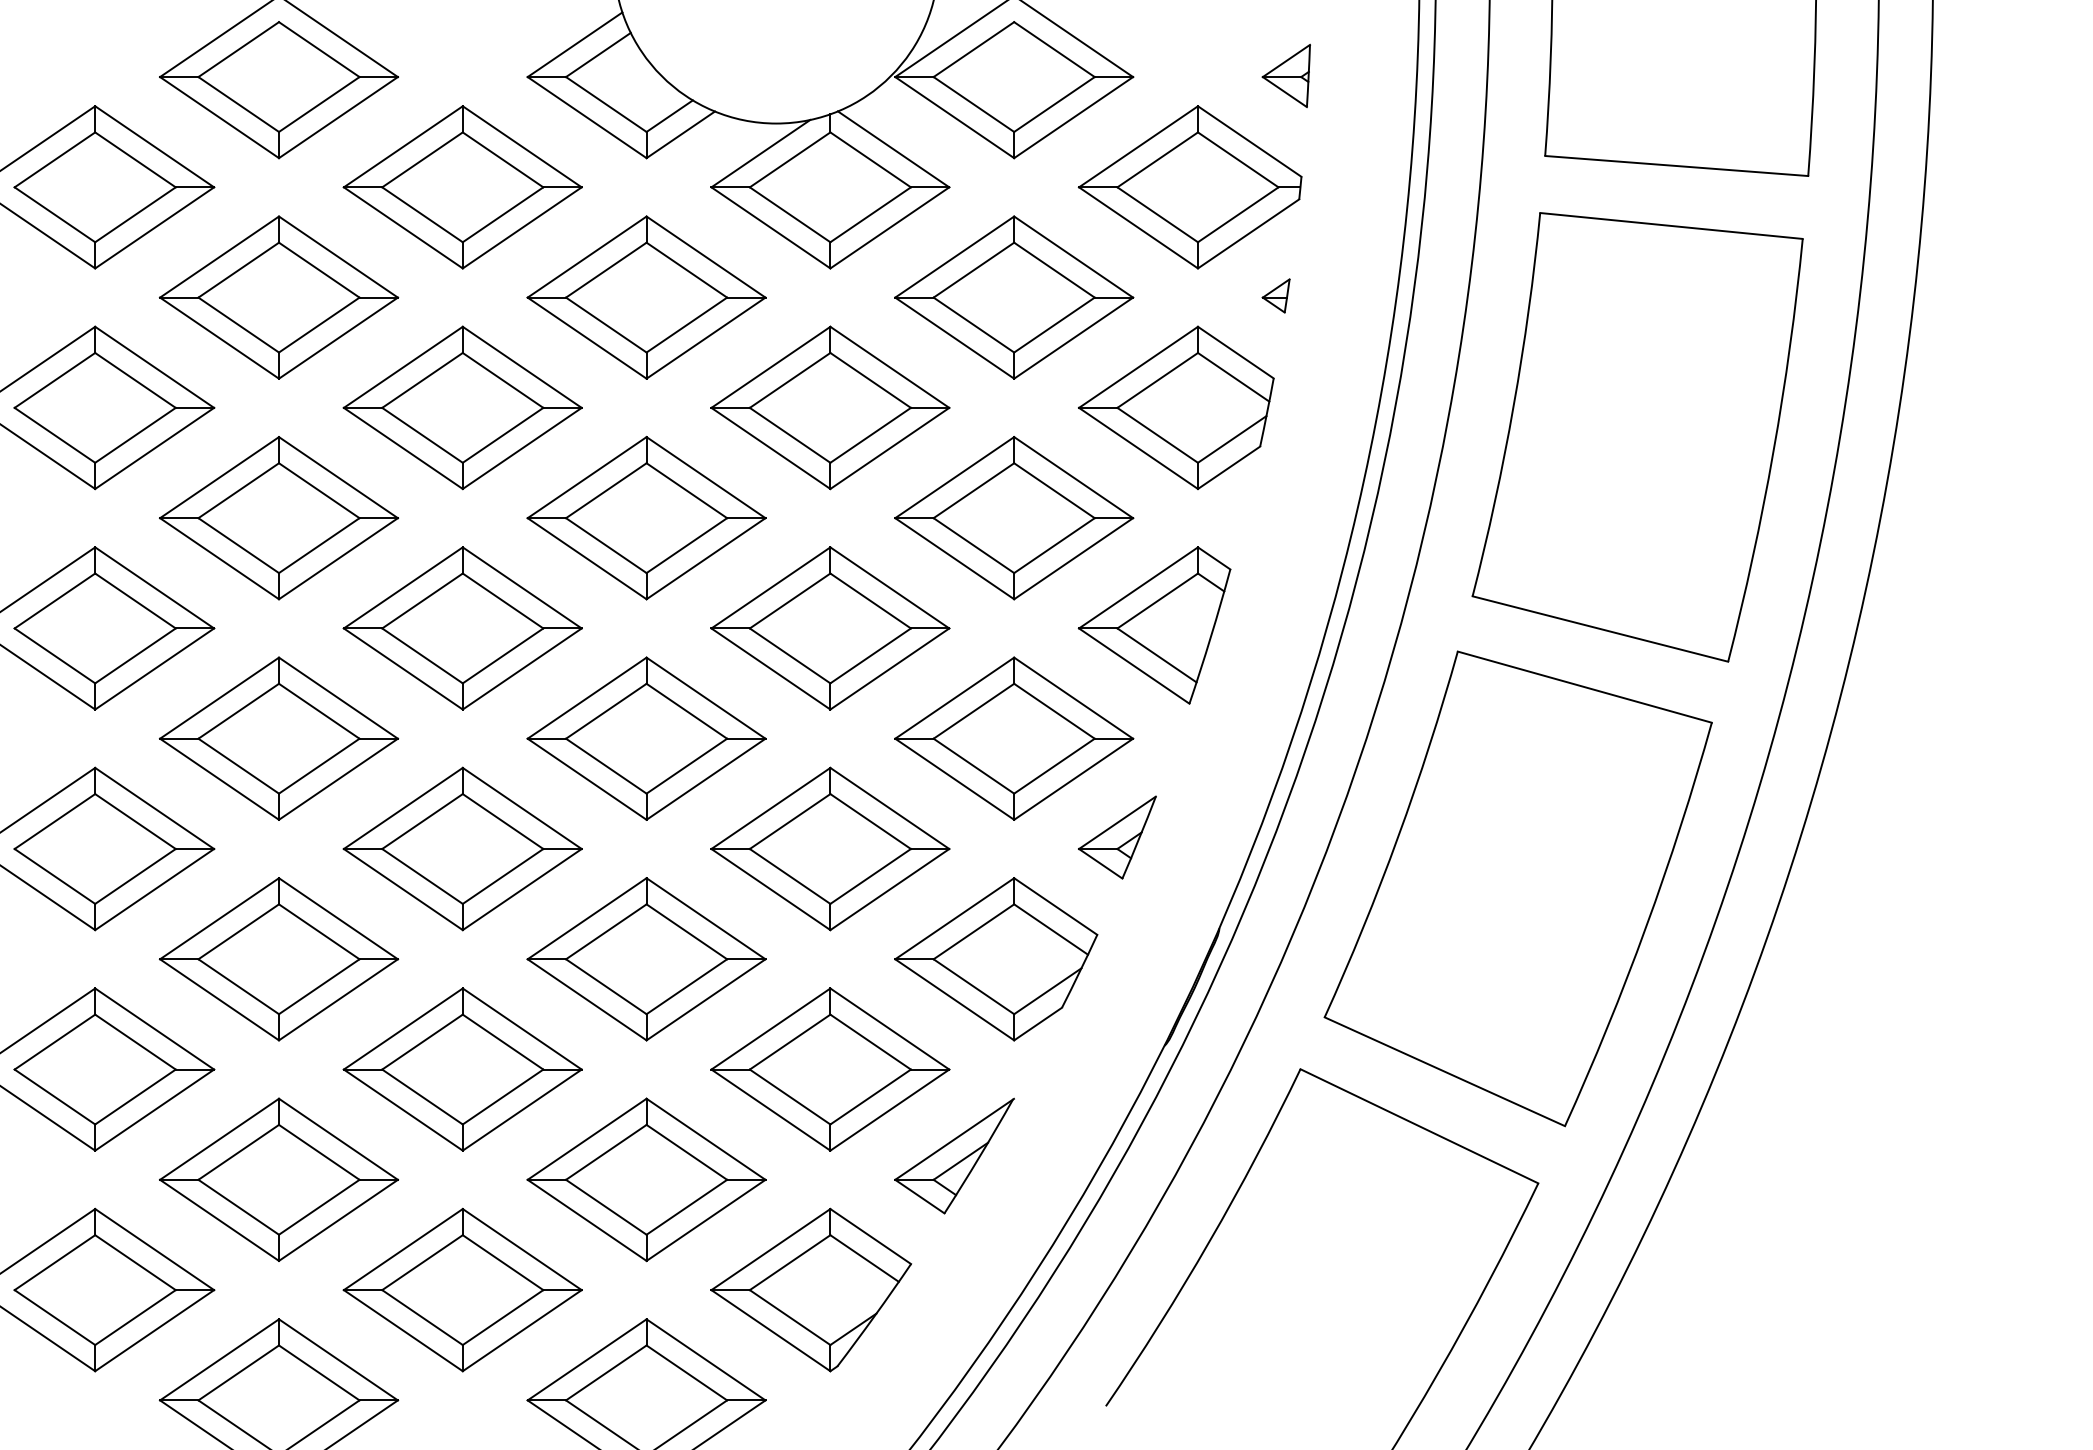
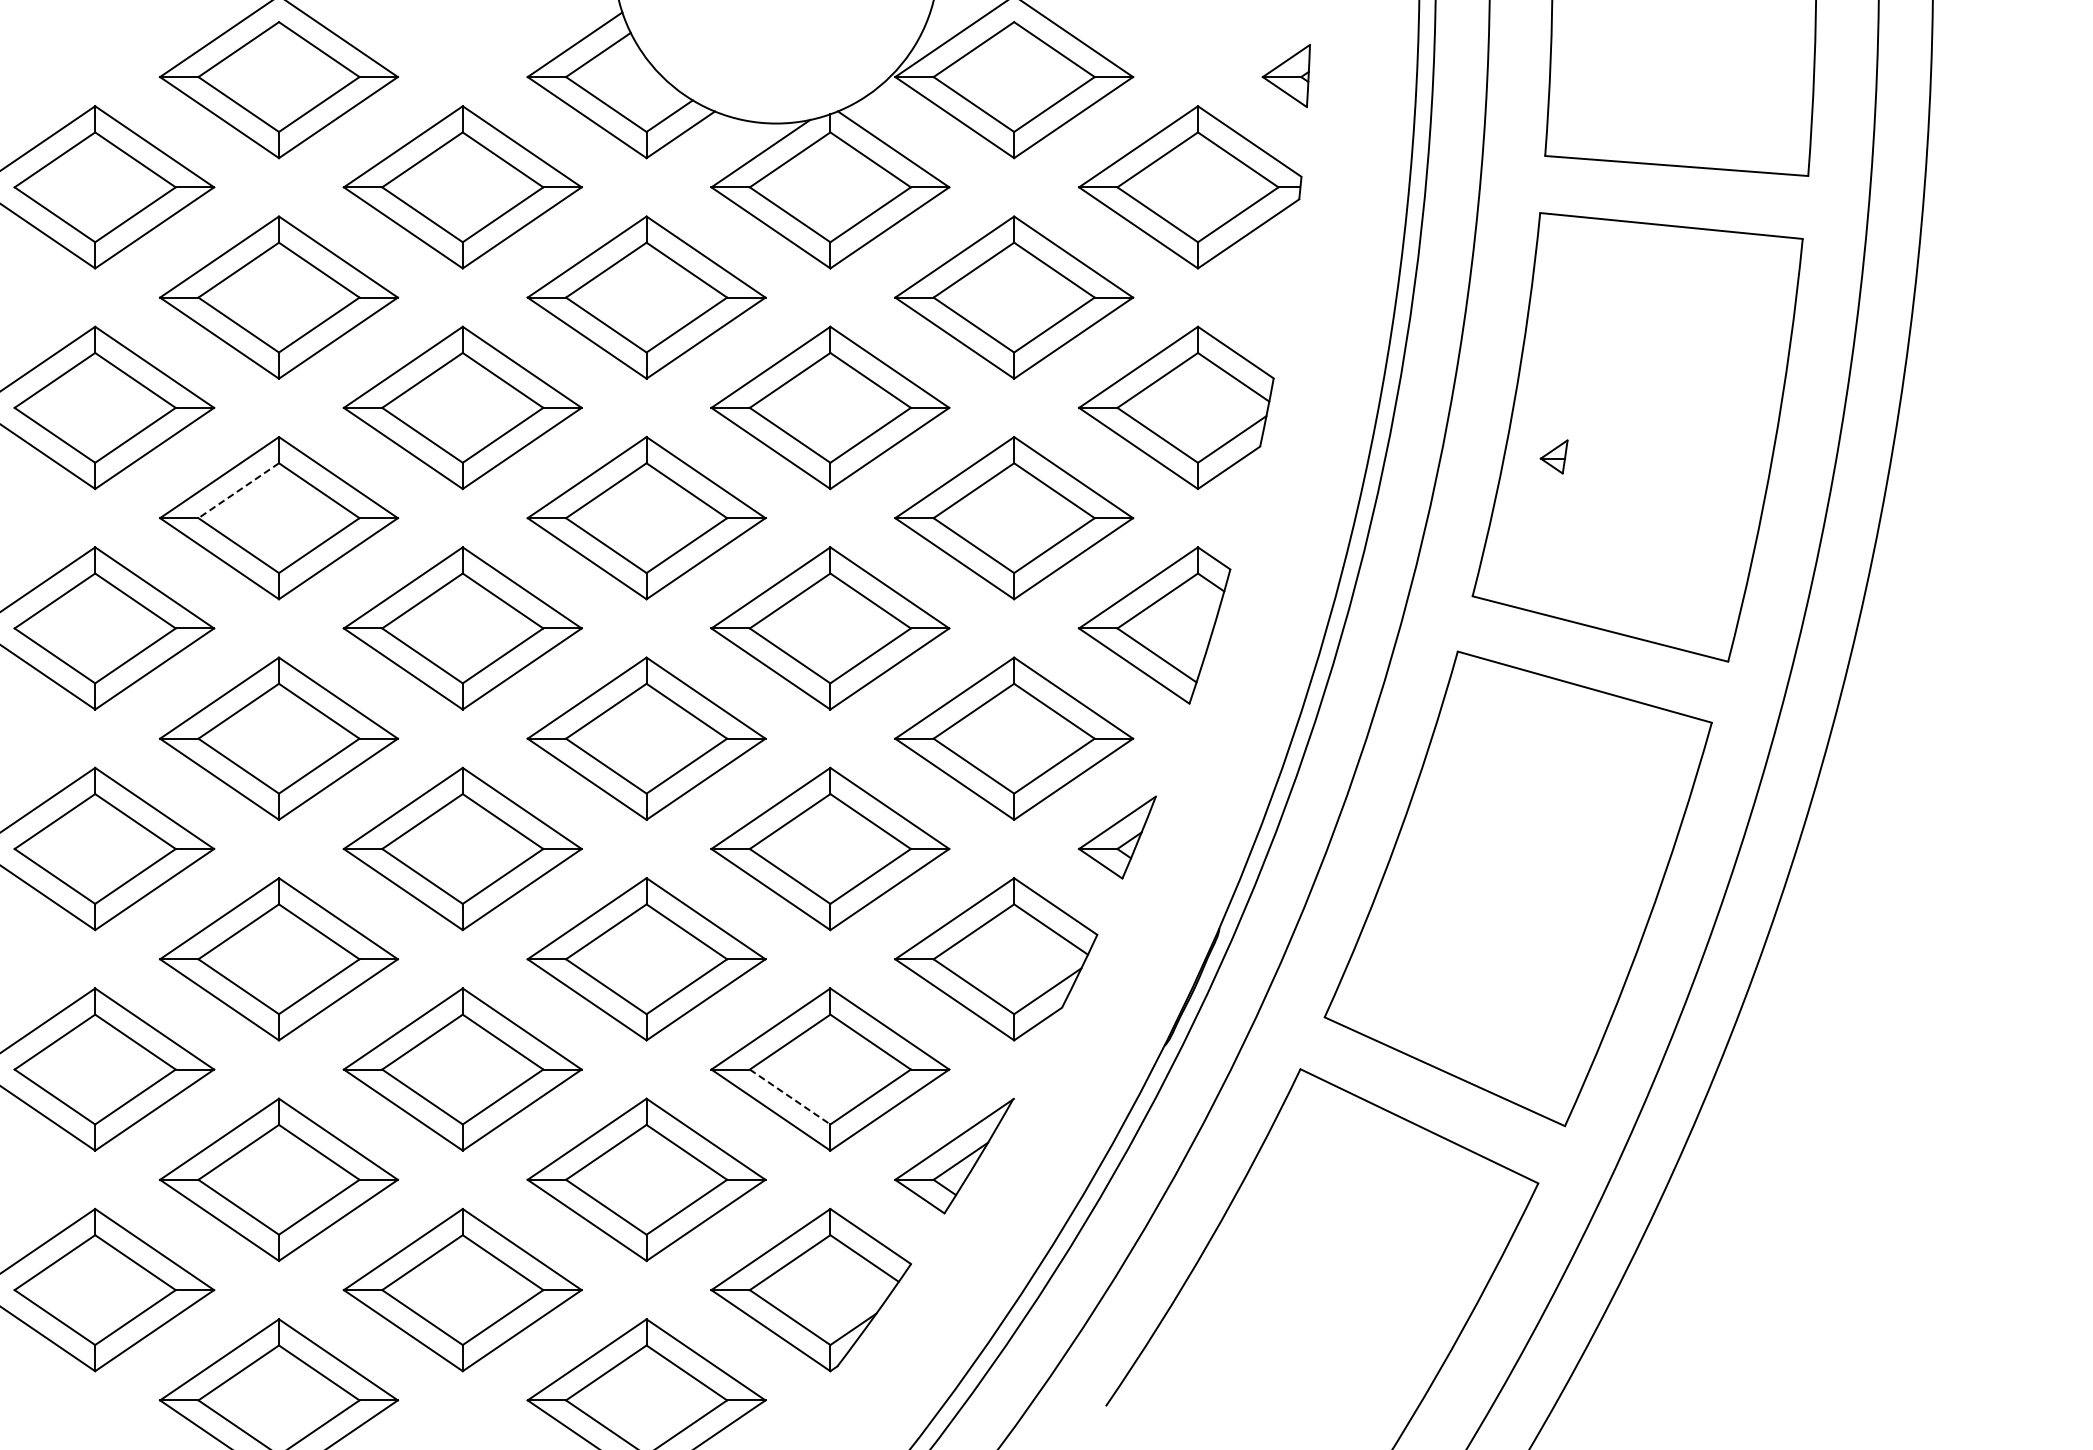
part at (1275, 295) position: (1275, 295) -> (1553, 456)
line at (238, 490): solid -> dashed
line at (790, 1097): solid -> dashed
